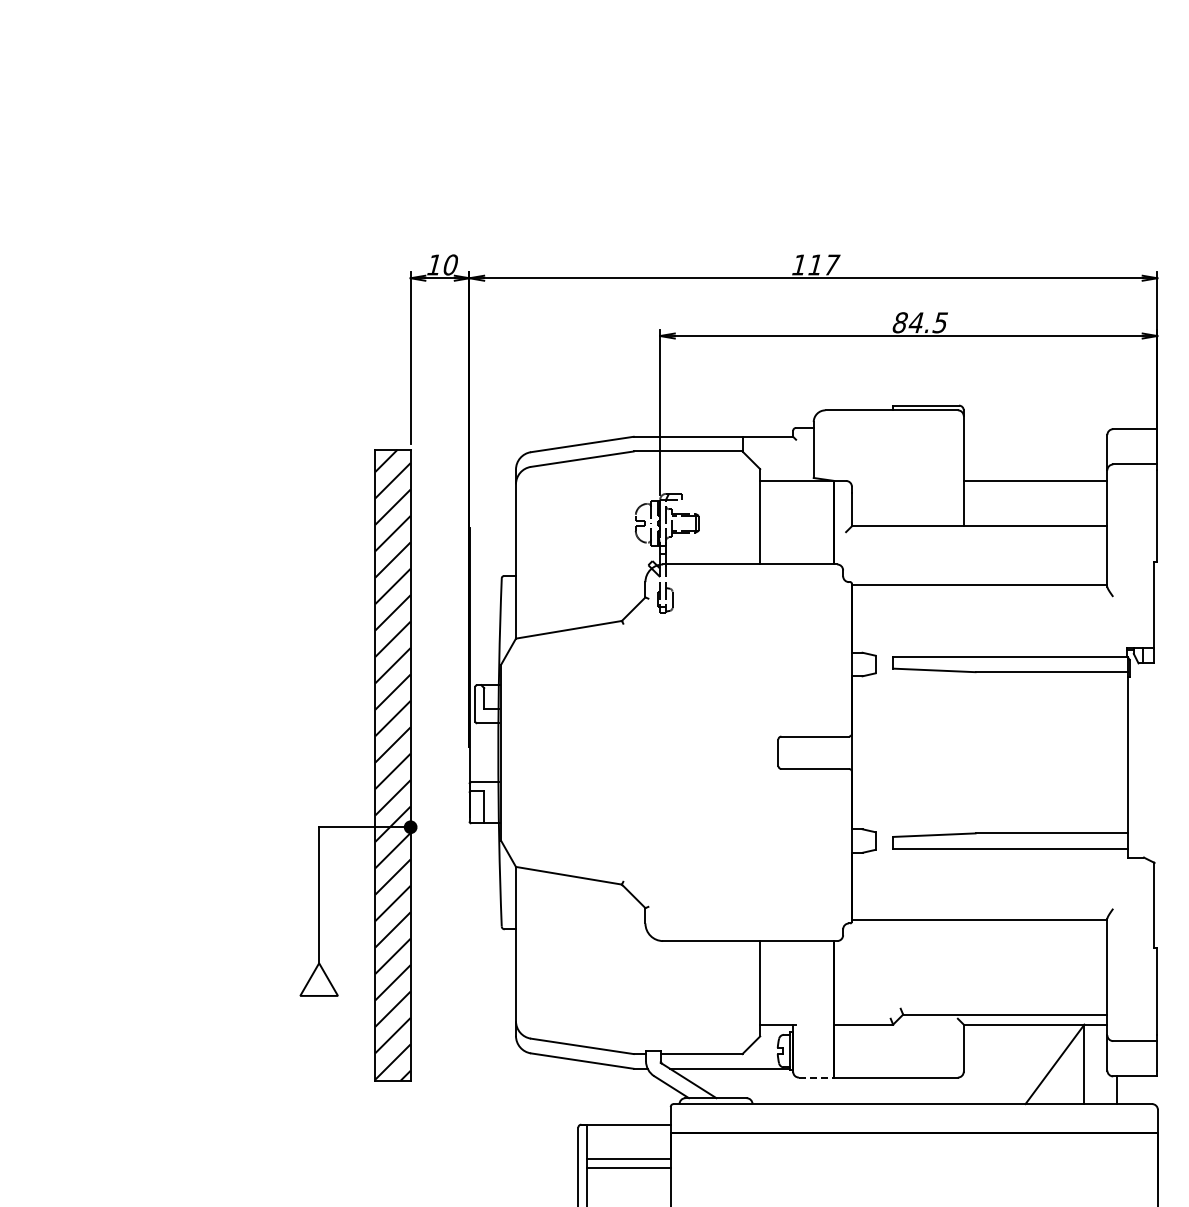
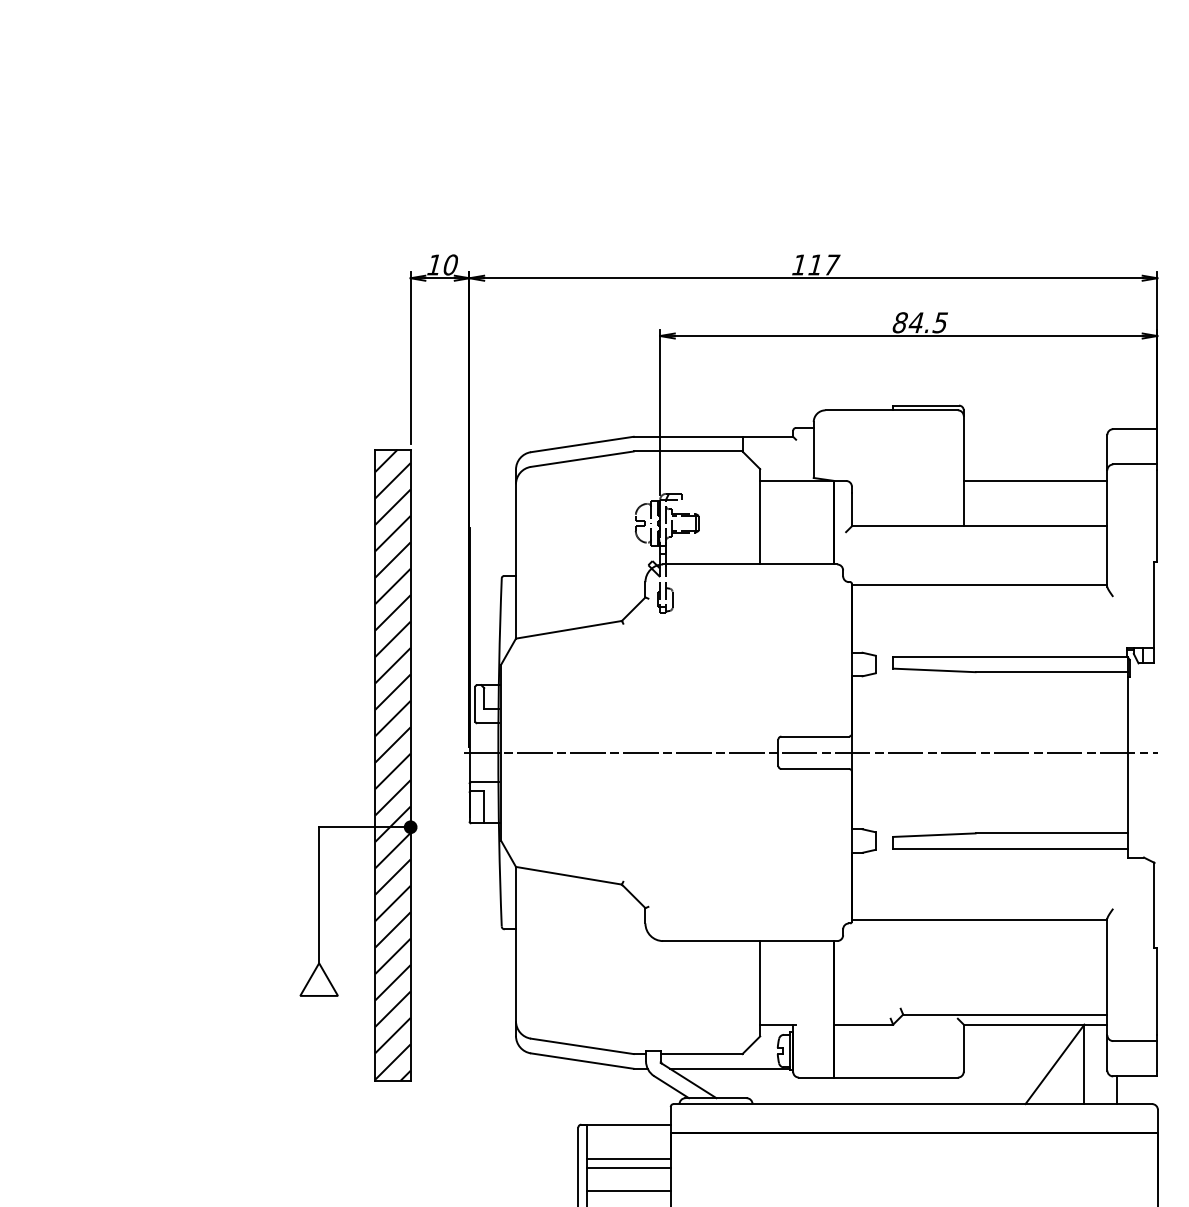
line at (810, 752): none -> present
line at (816, 1077): dashed -> solid
line at (628, 1191): none -> present
